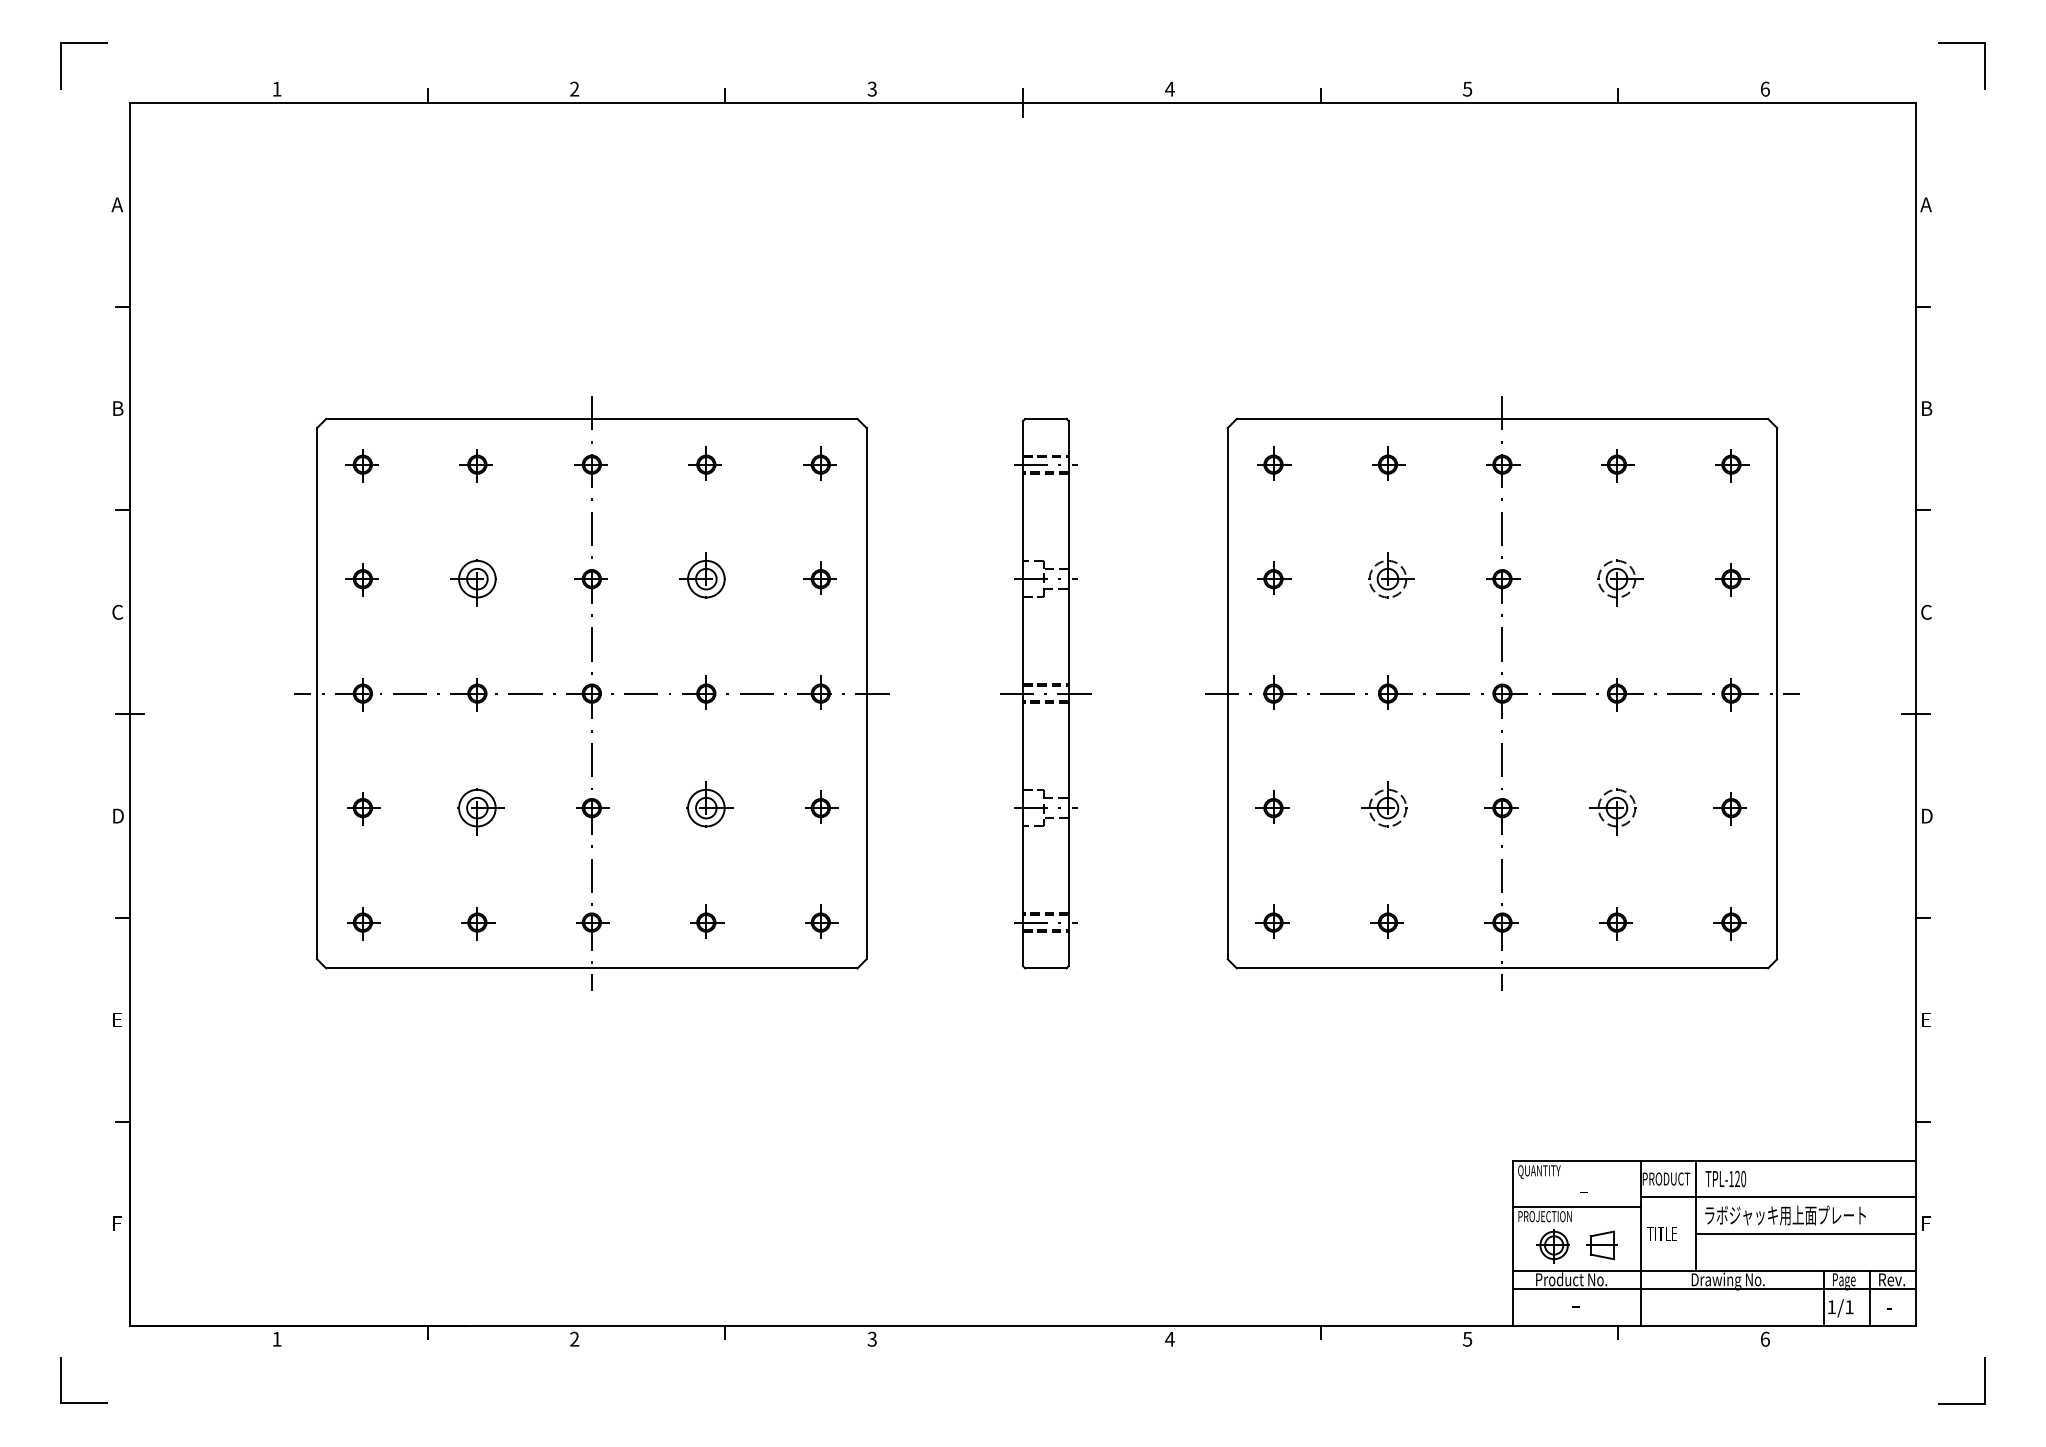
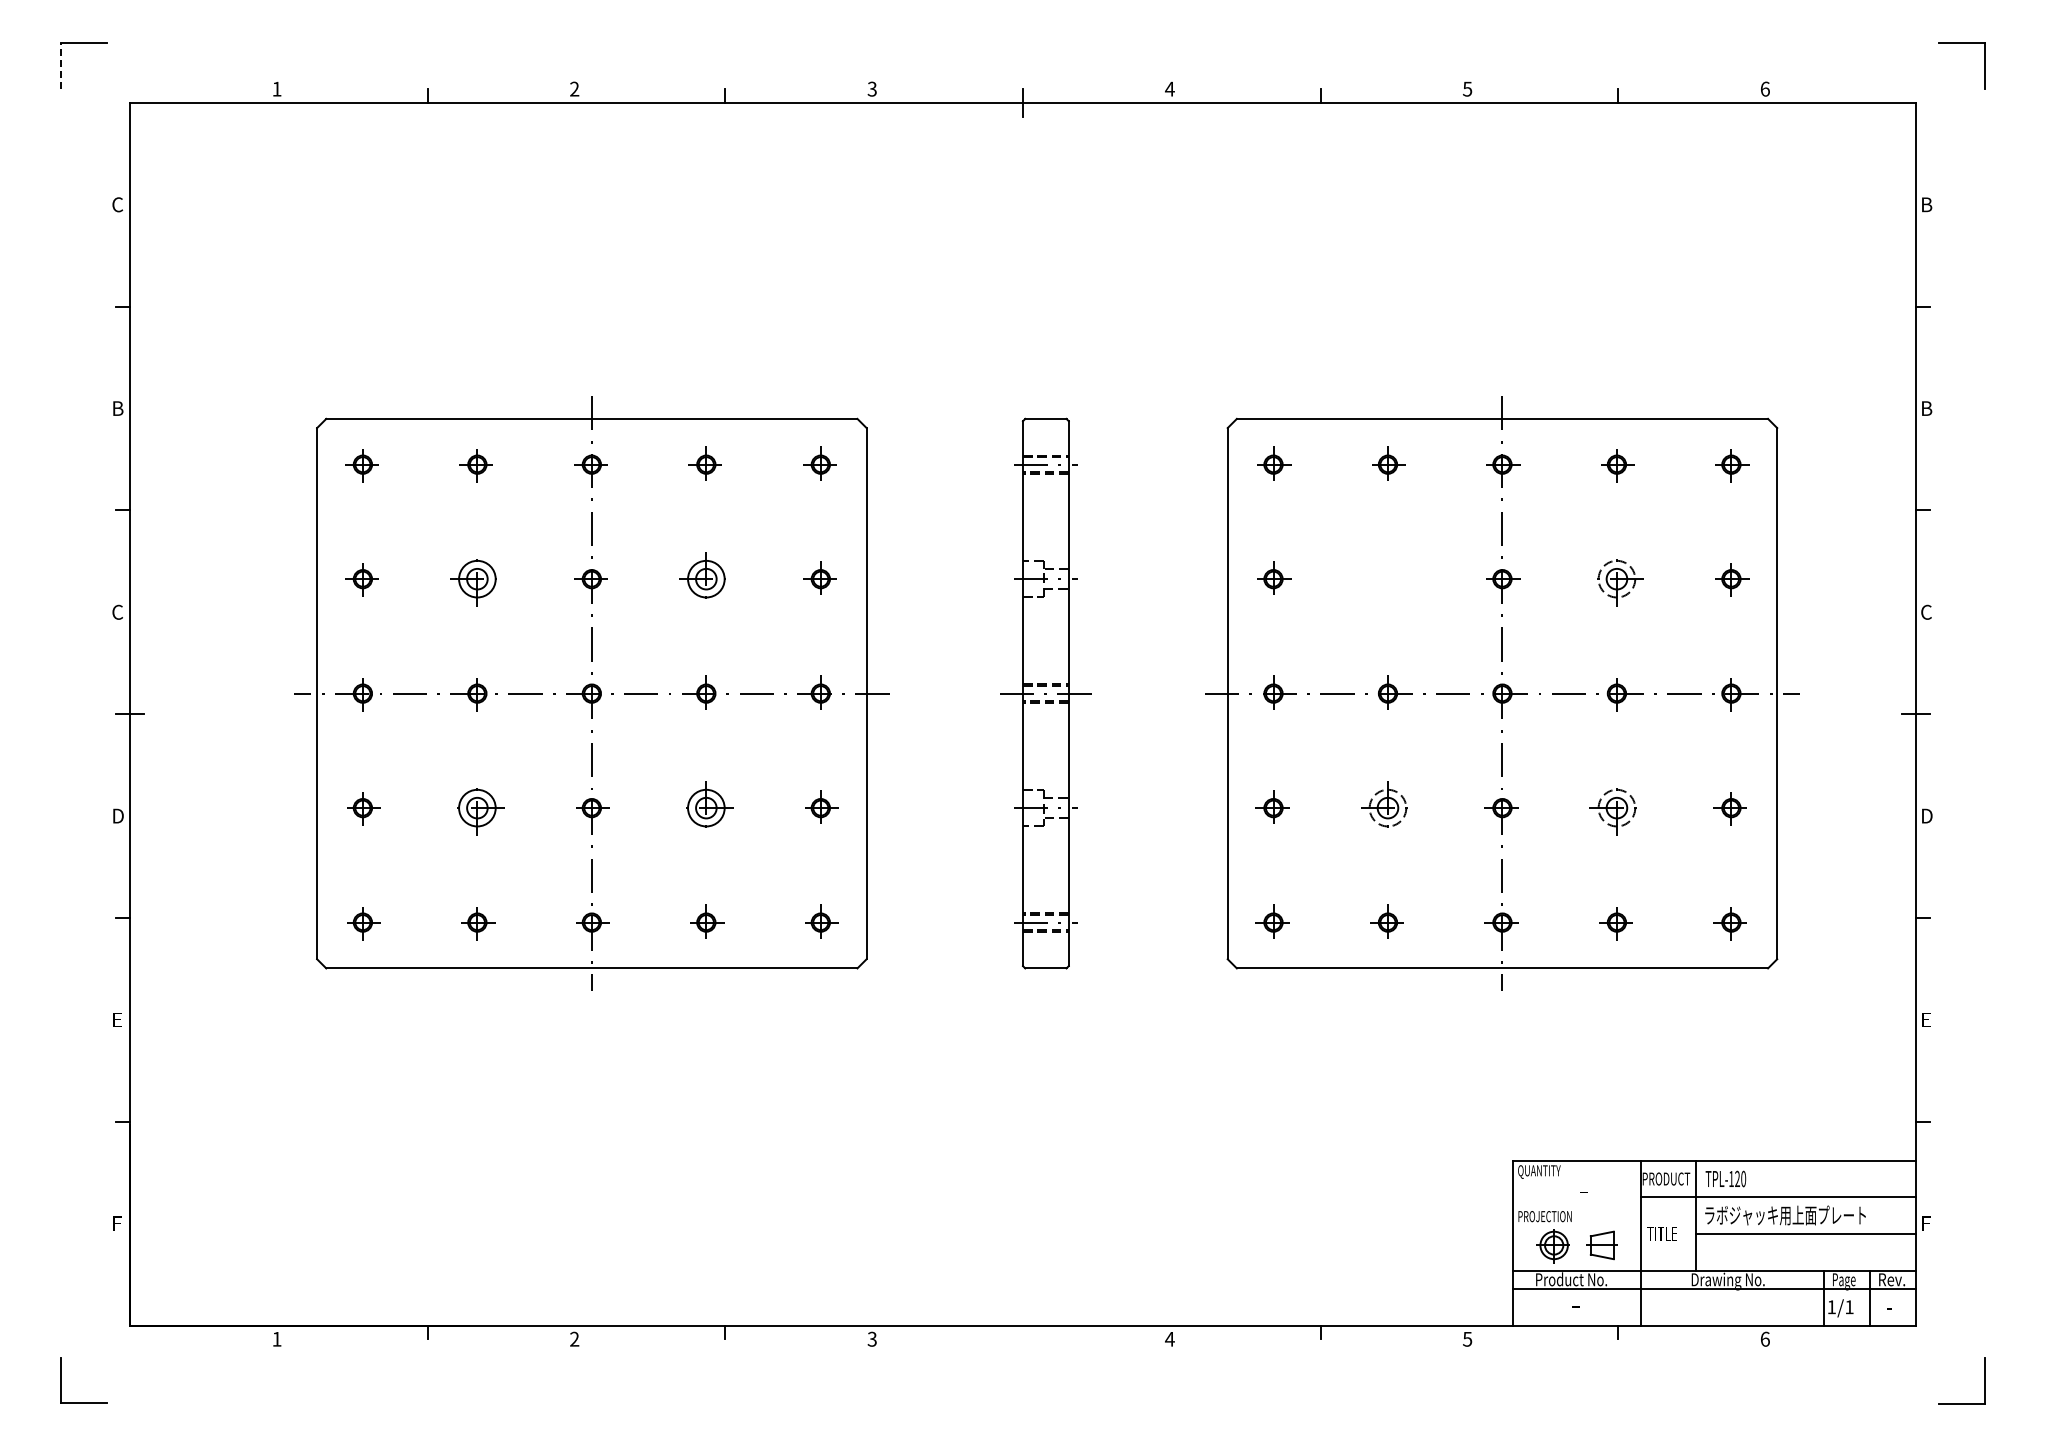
line at (61, 66): solid -> dashed
text at (117, 204): A -> C
text at (1926, 204): A -> B
part at (1391, 575): present -> none
line at (1576, 1206): present -> none
